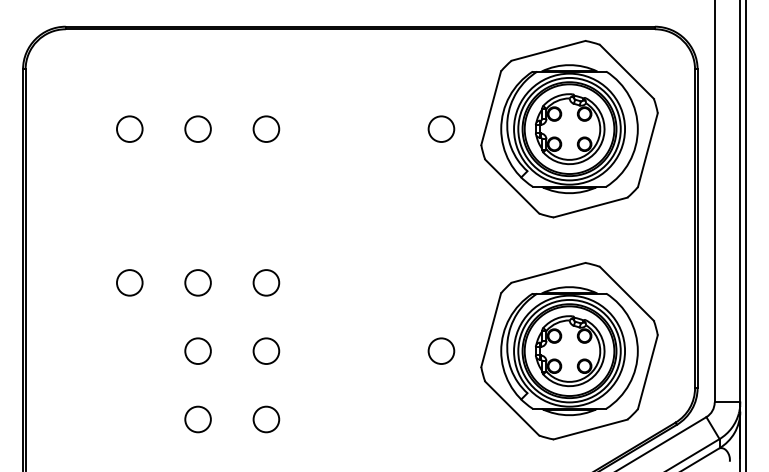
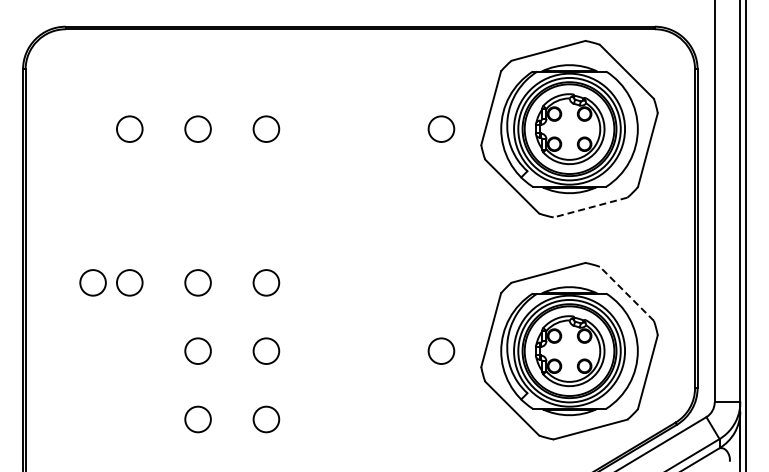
line at (590, 207): solid -> dashed
circle at (92, 282): none -> present
line at (626, 293): solid -> dashed
